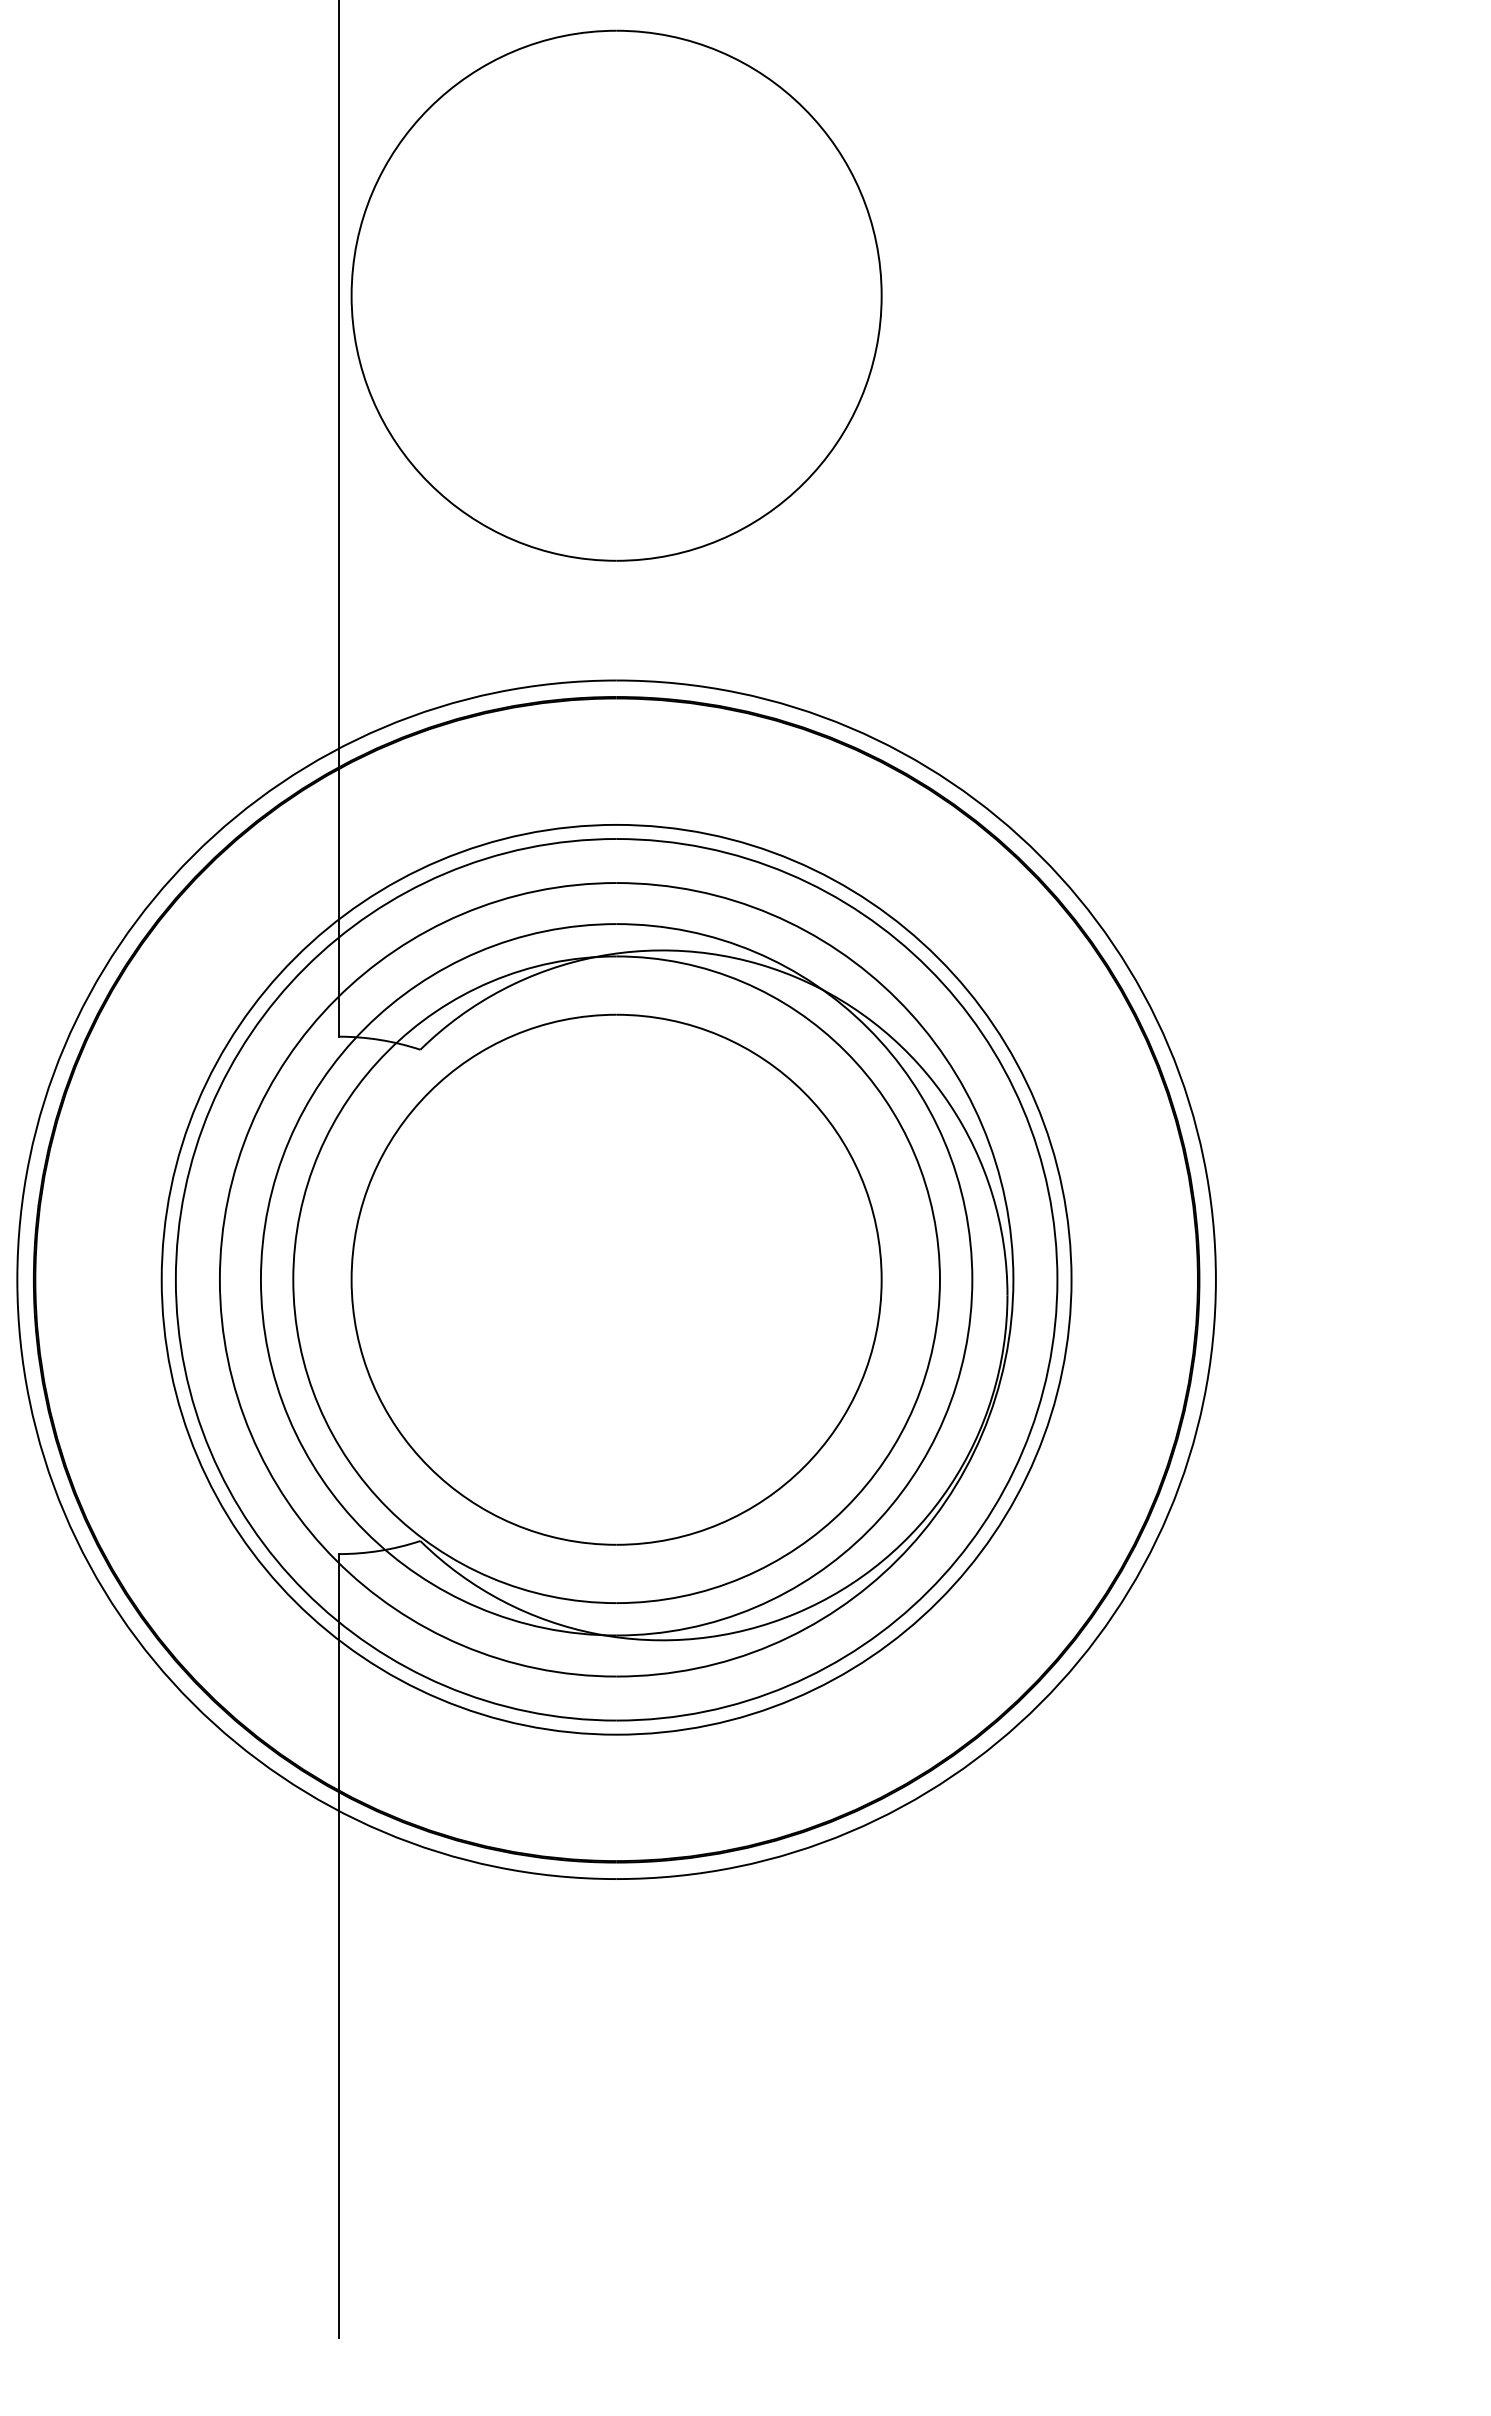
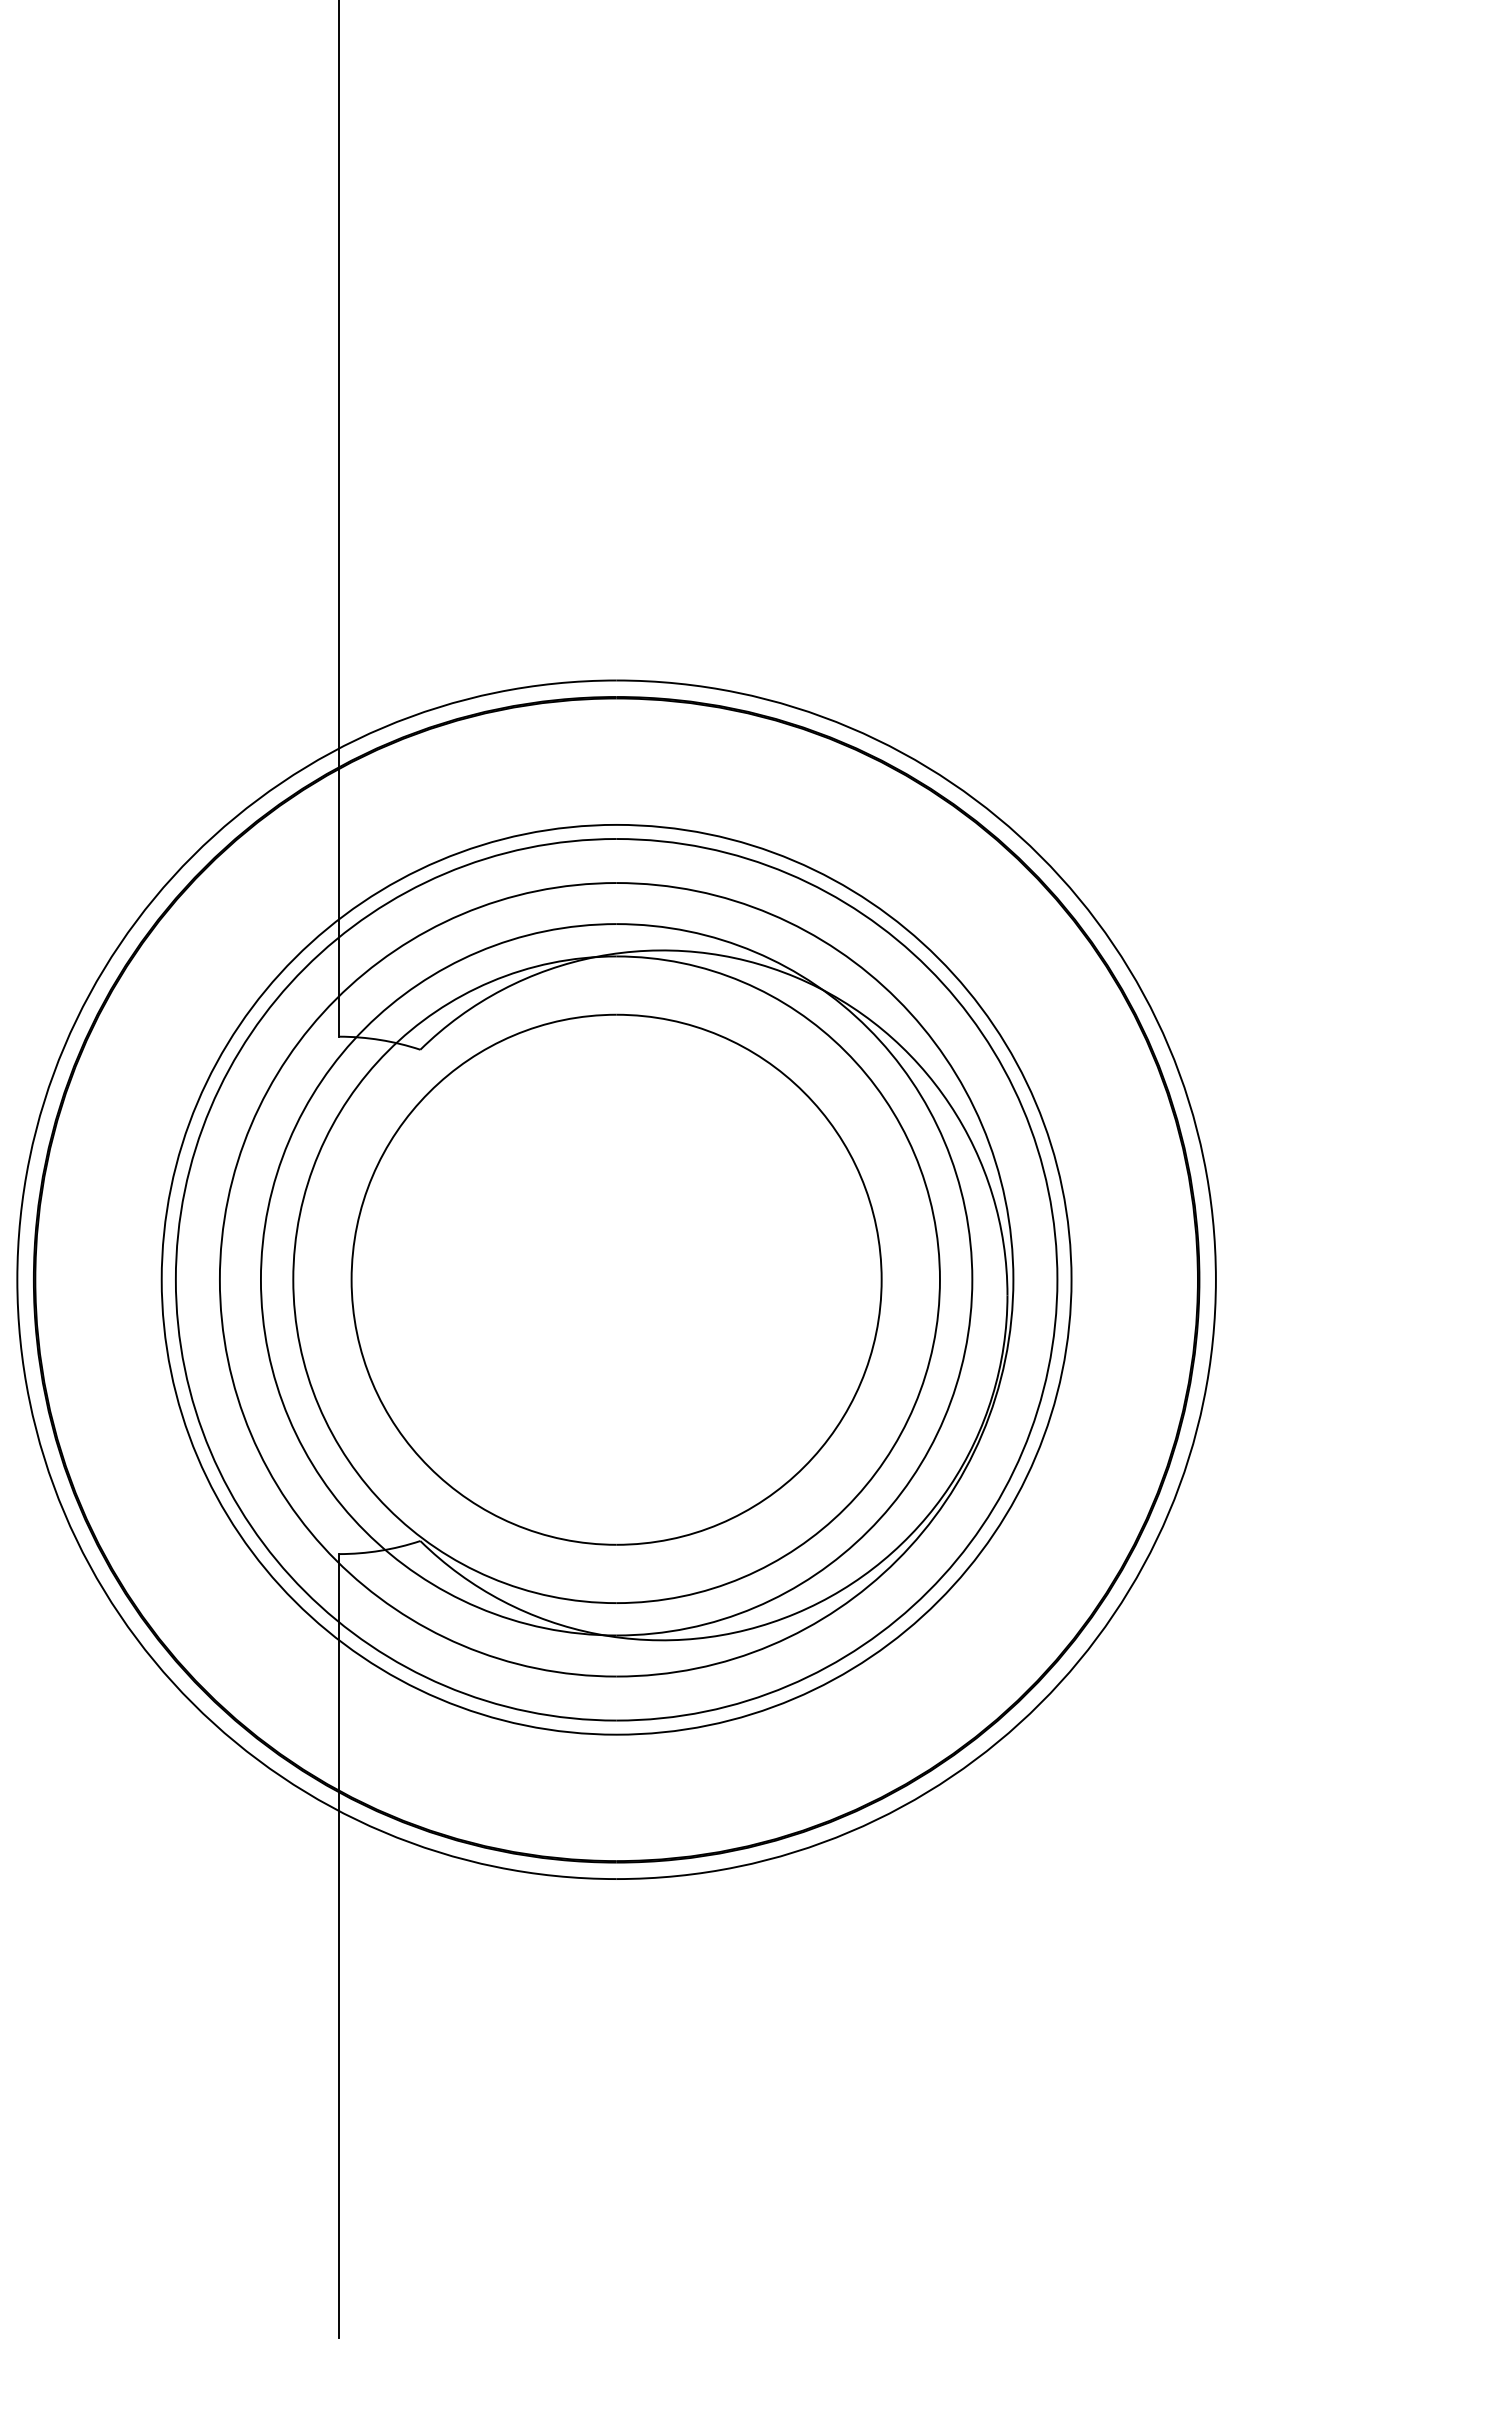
part at (616, 295): present -> none
